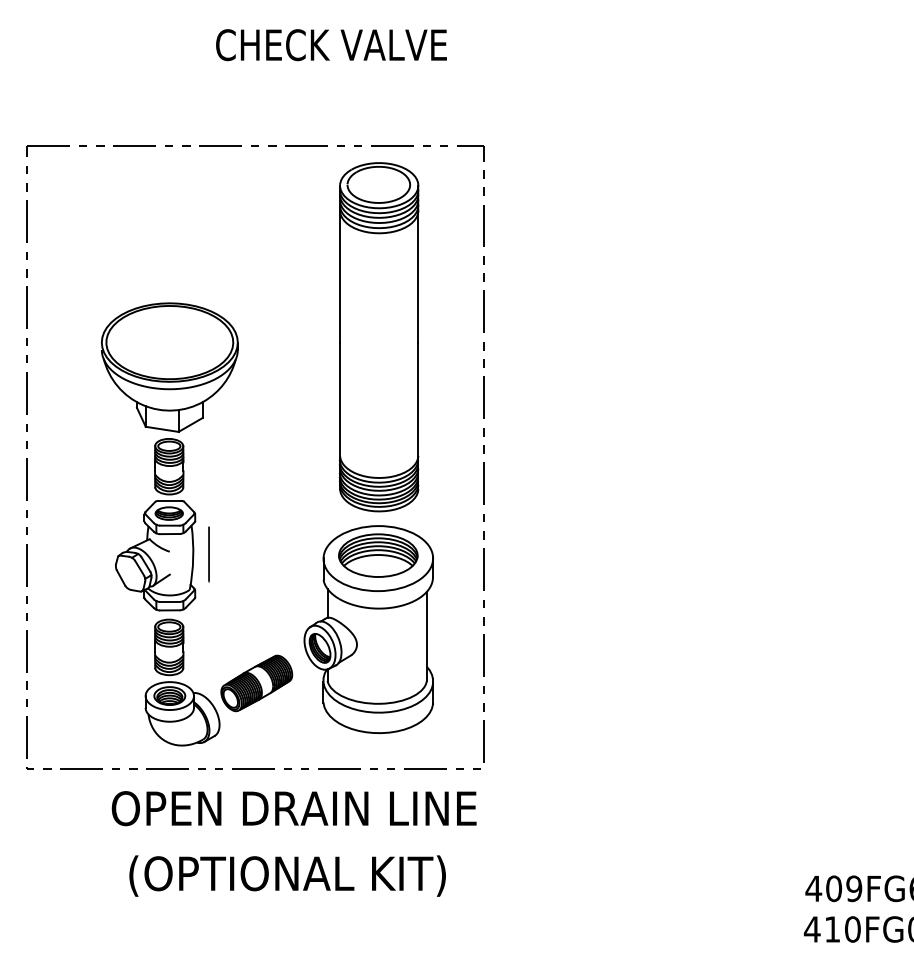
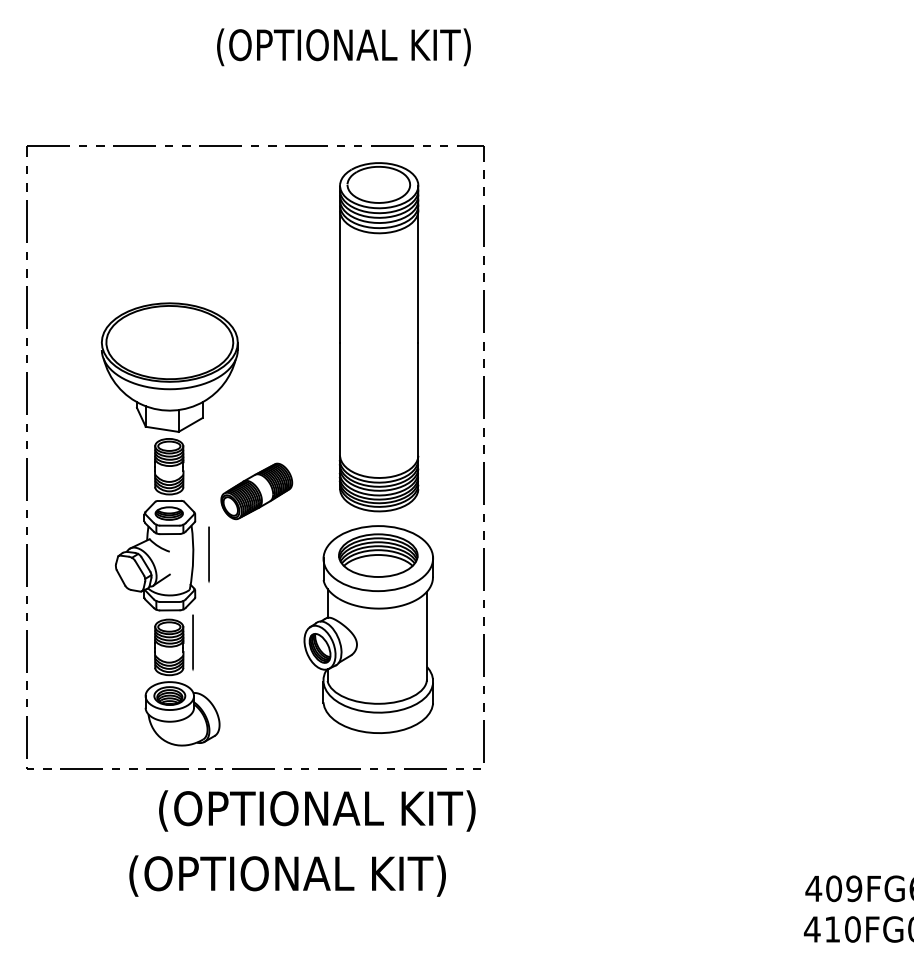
text at (343, 47): CHECK VALVE -> (OPTIONAL KIT)
line at (192, 642): none -> present
part at (256, 683) position: (256, 683) -> (256, 491)
text at (293, 810): OPEN DRAIN LINE -> (OPTIONAL KIT)
